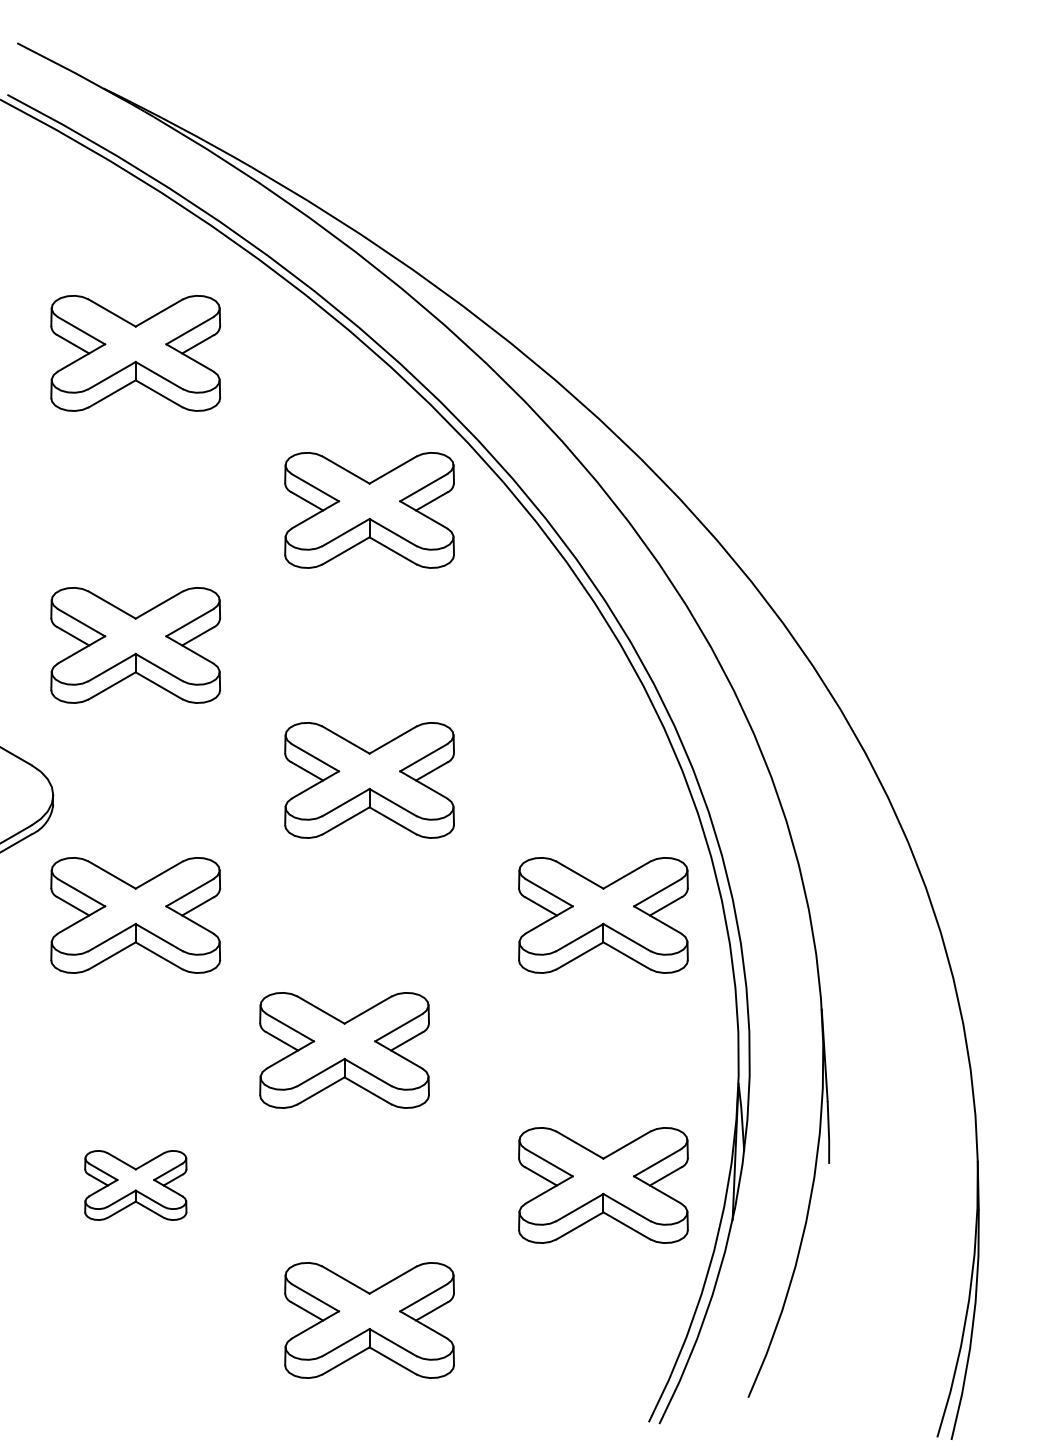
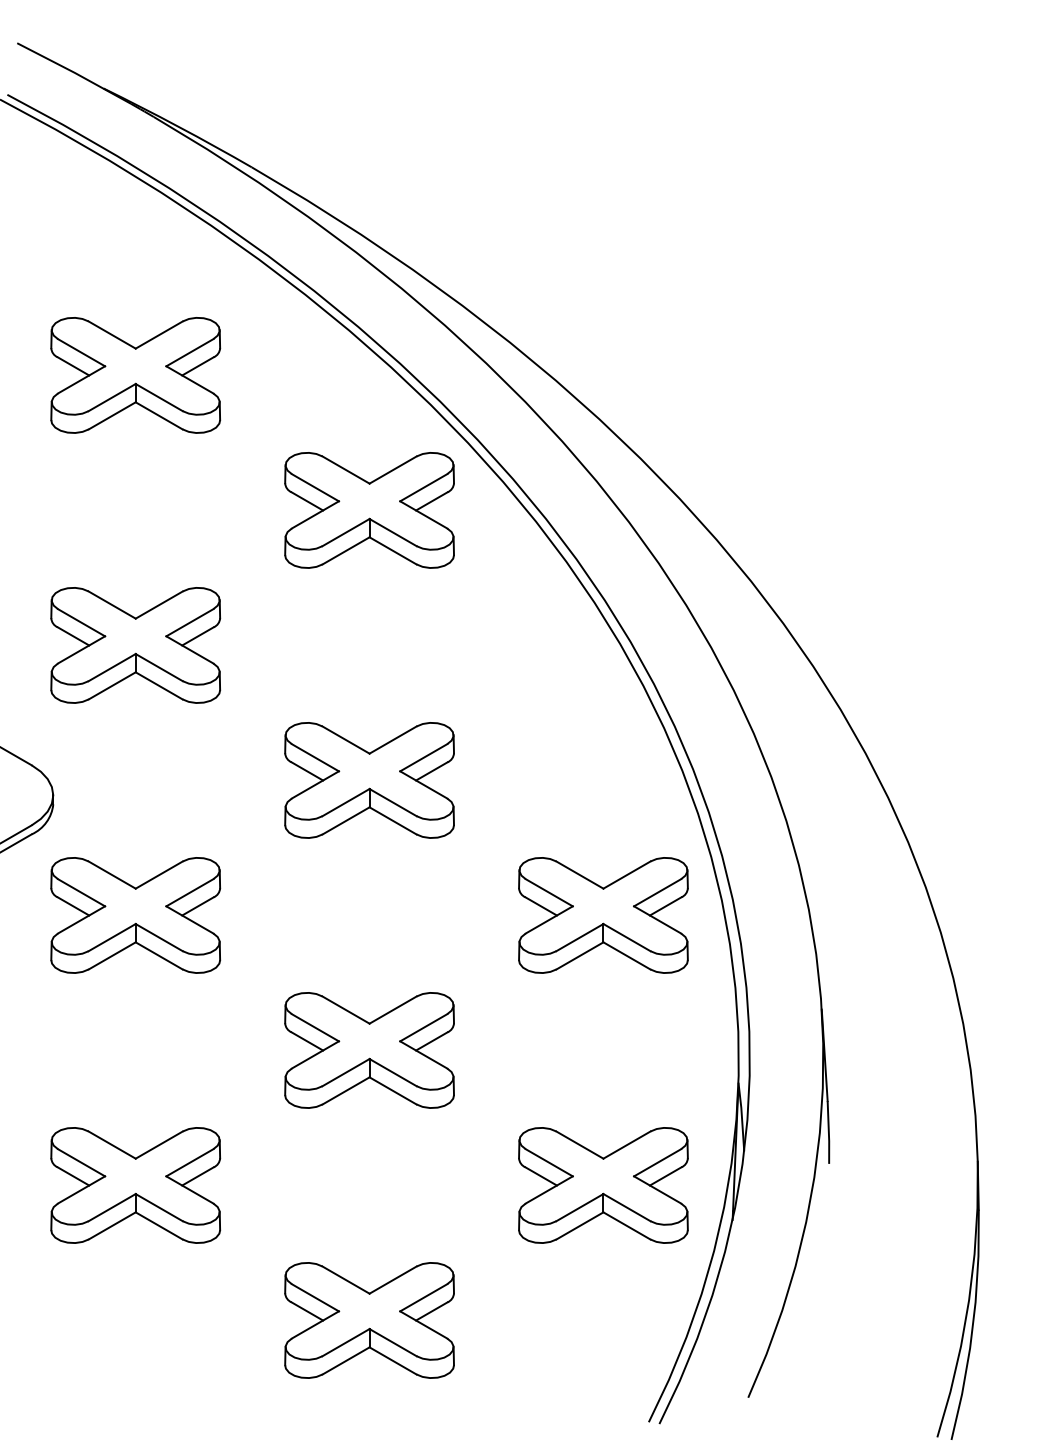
part at (135, 353) position: (135, 353) -> (135, 375)
part at (344, 1050) position: (344, 1050) -> (369, 1050)
part at (135, 1185) size: 104x71 px -> 172x117 px
